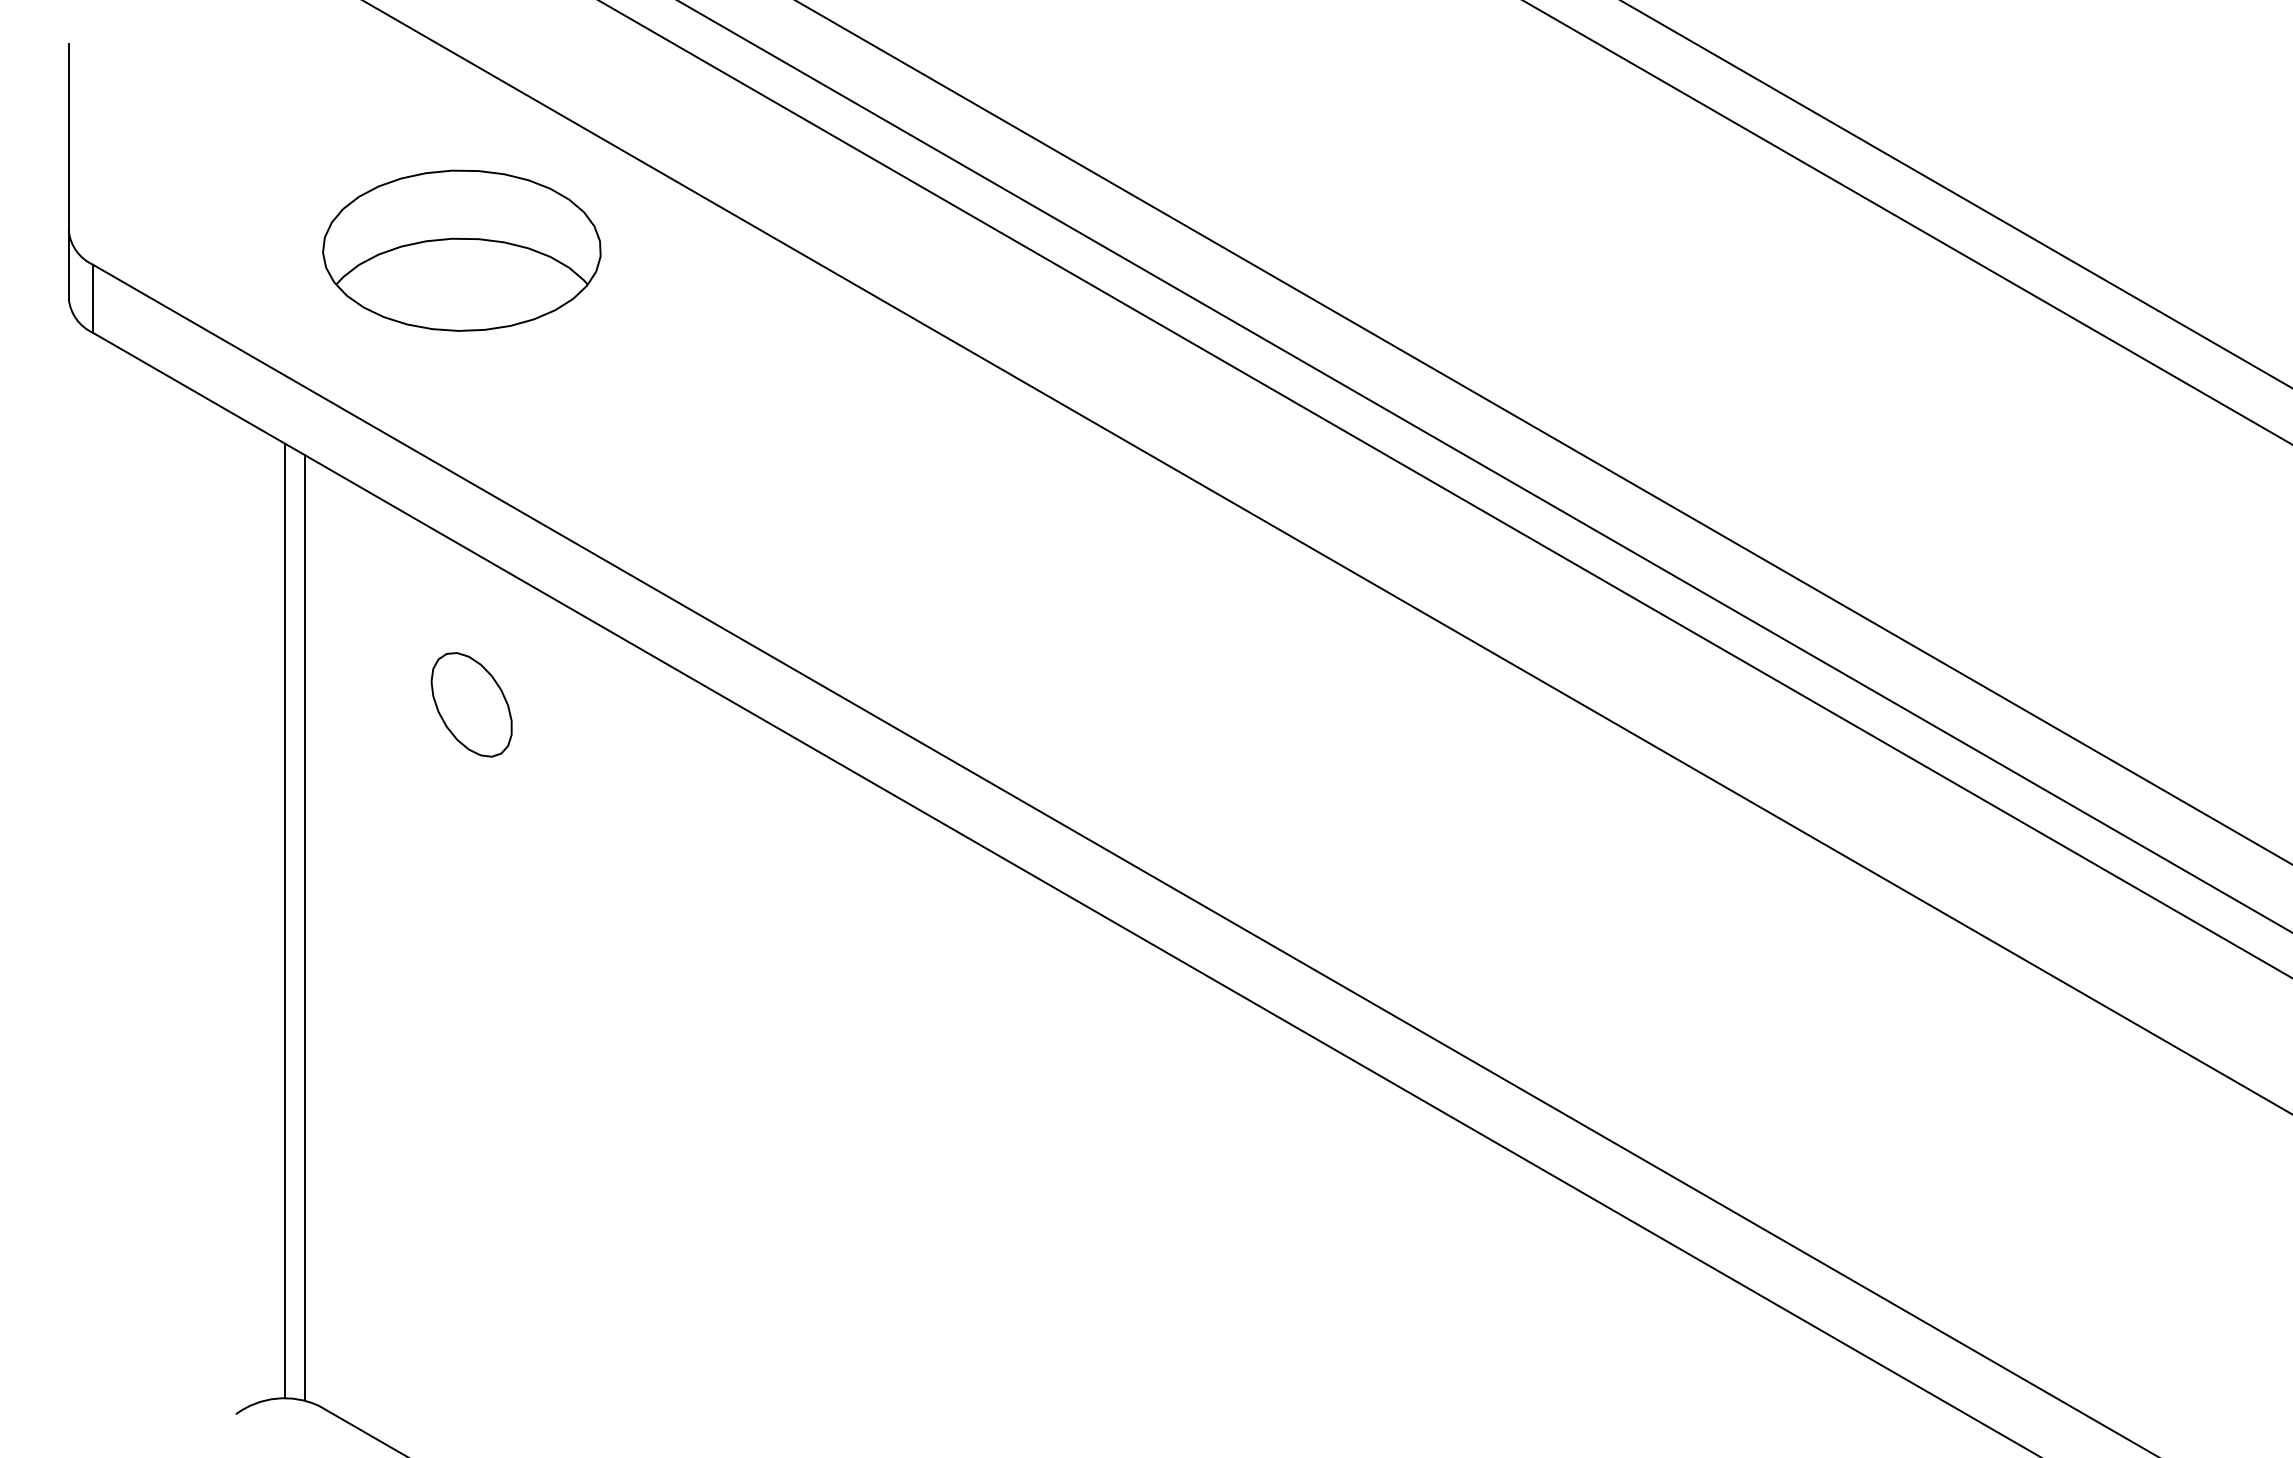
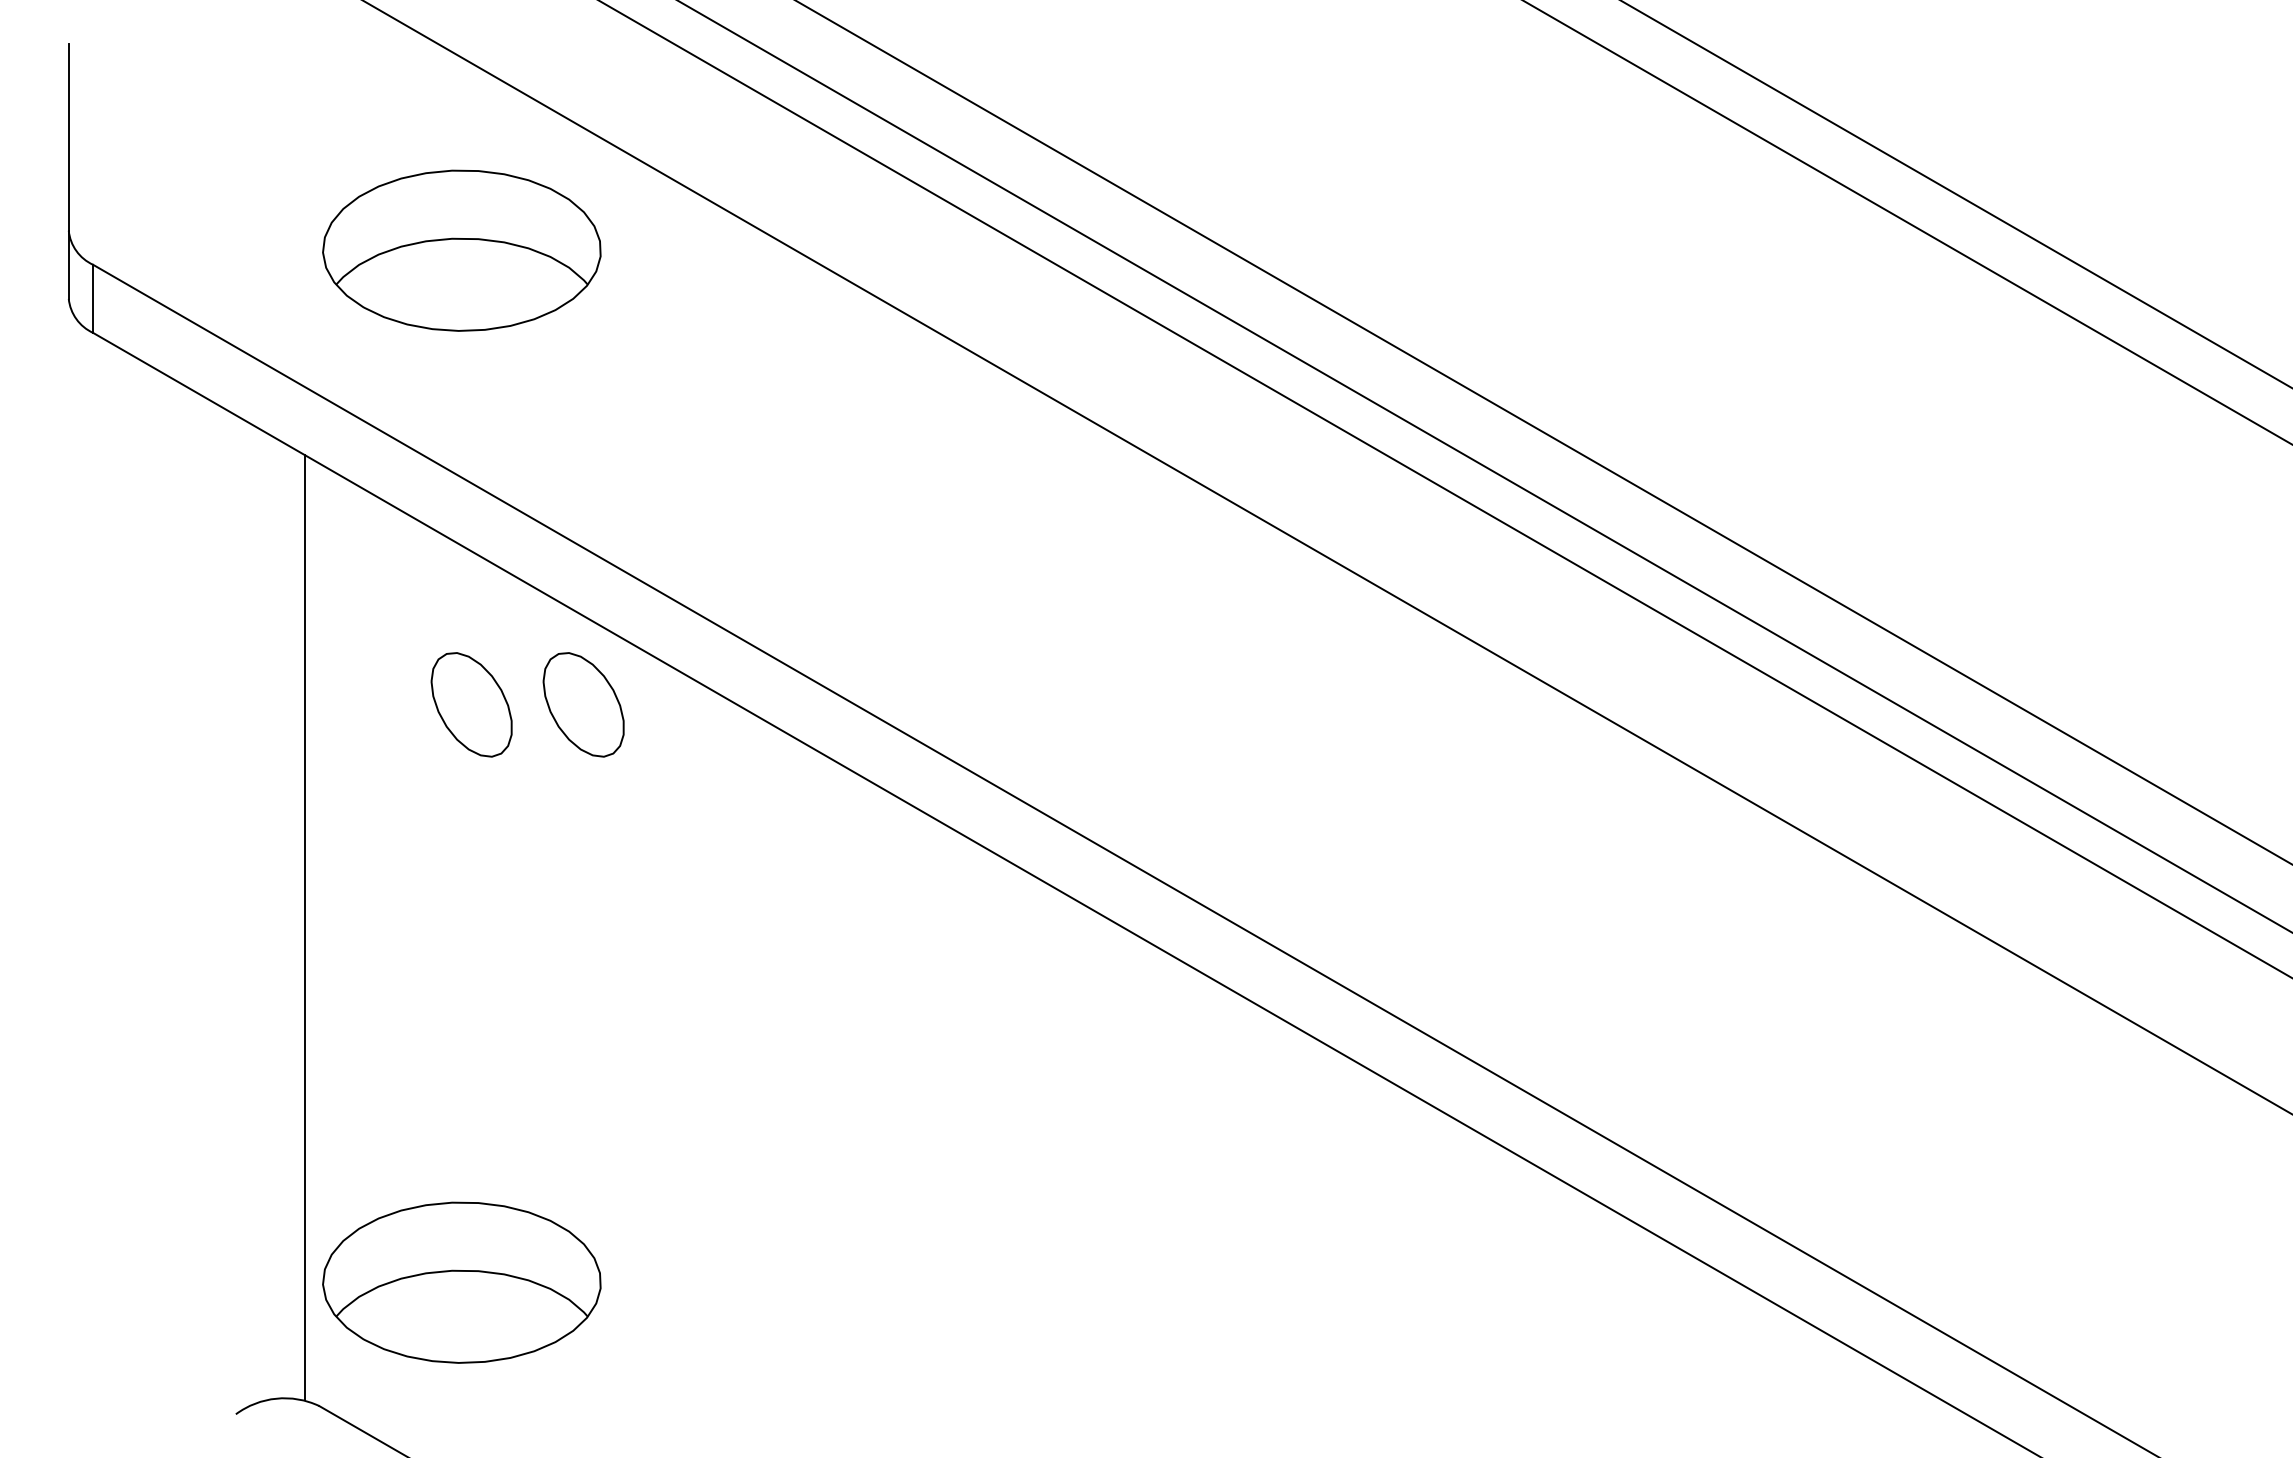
part at (583, 704): none -> present
line at (285, 920): present -> none
part at (461, 1282): none -> present
